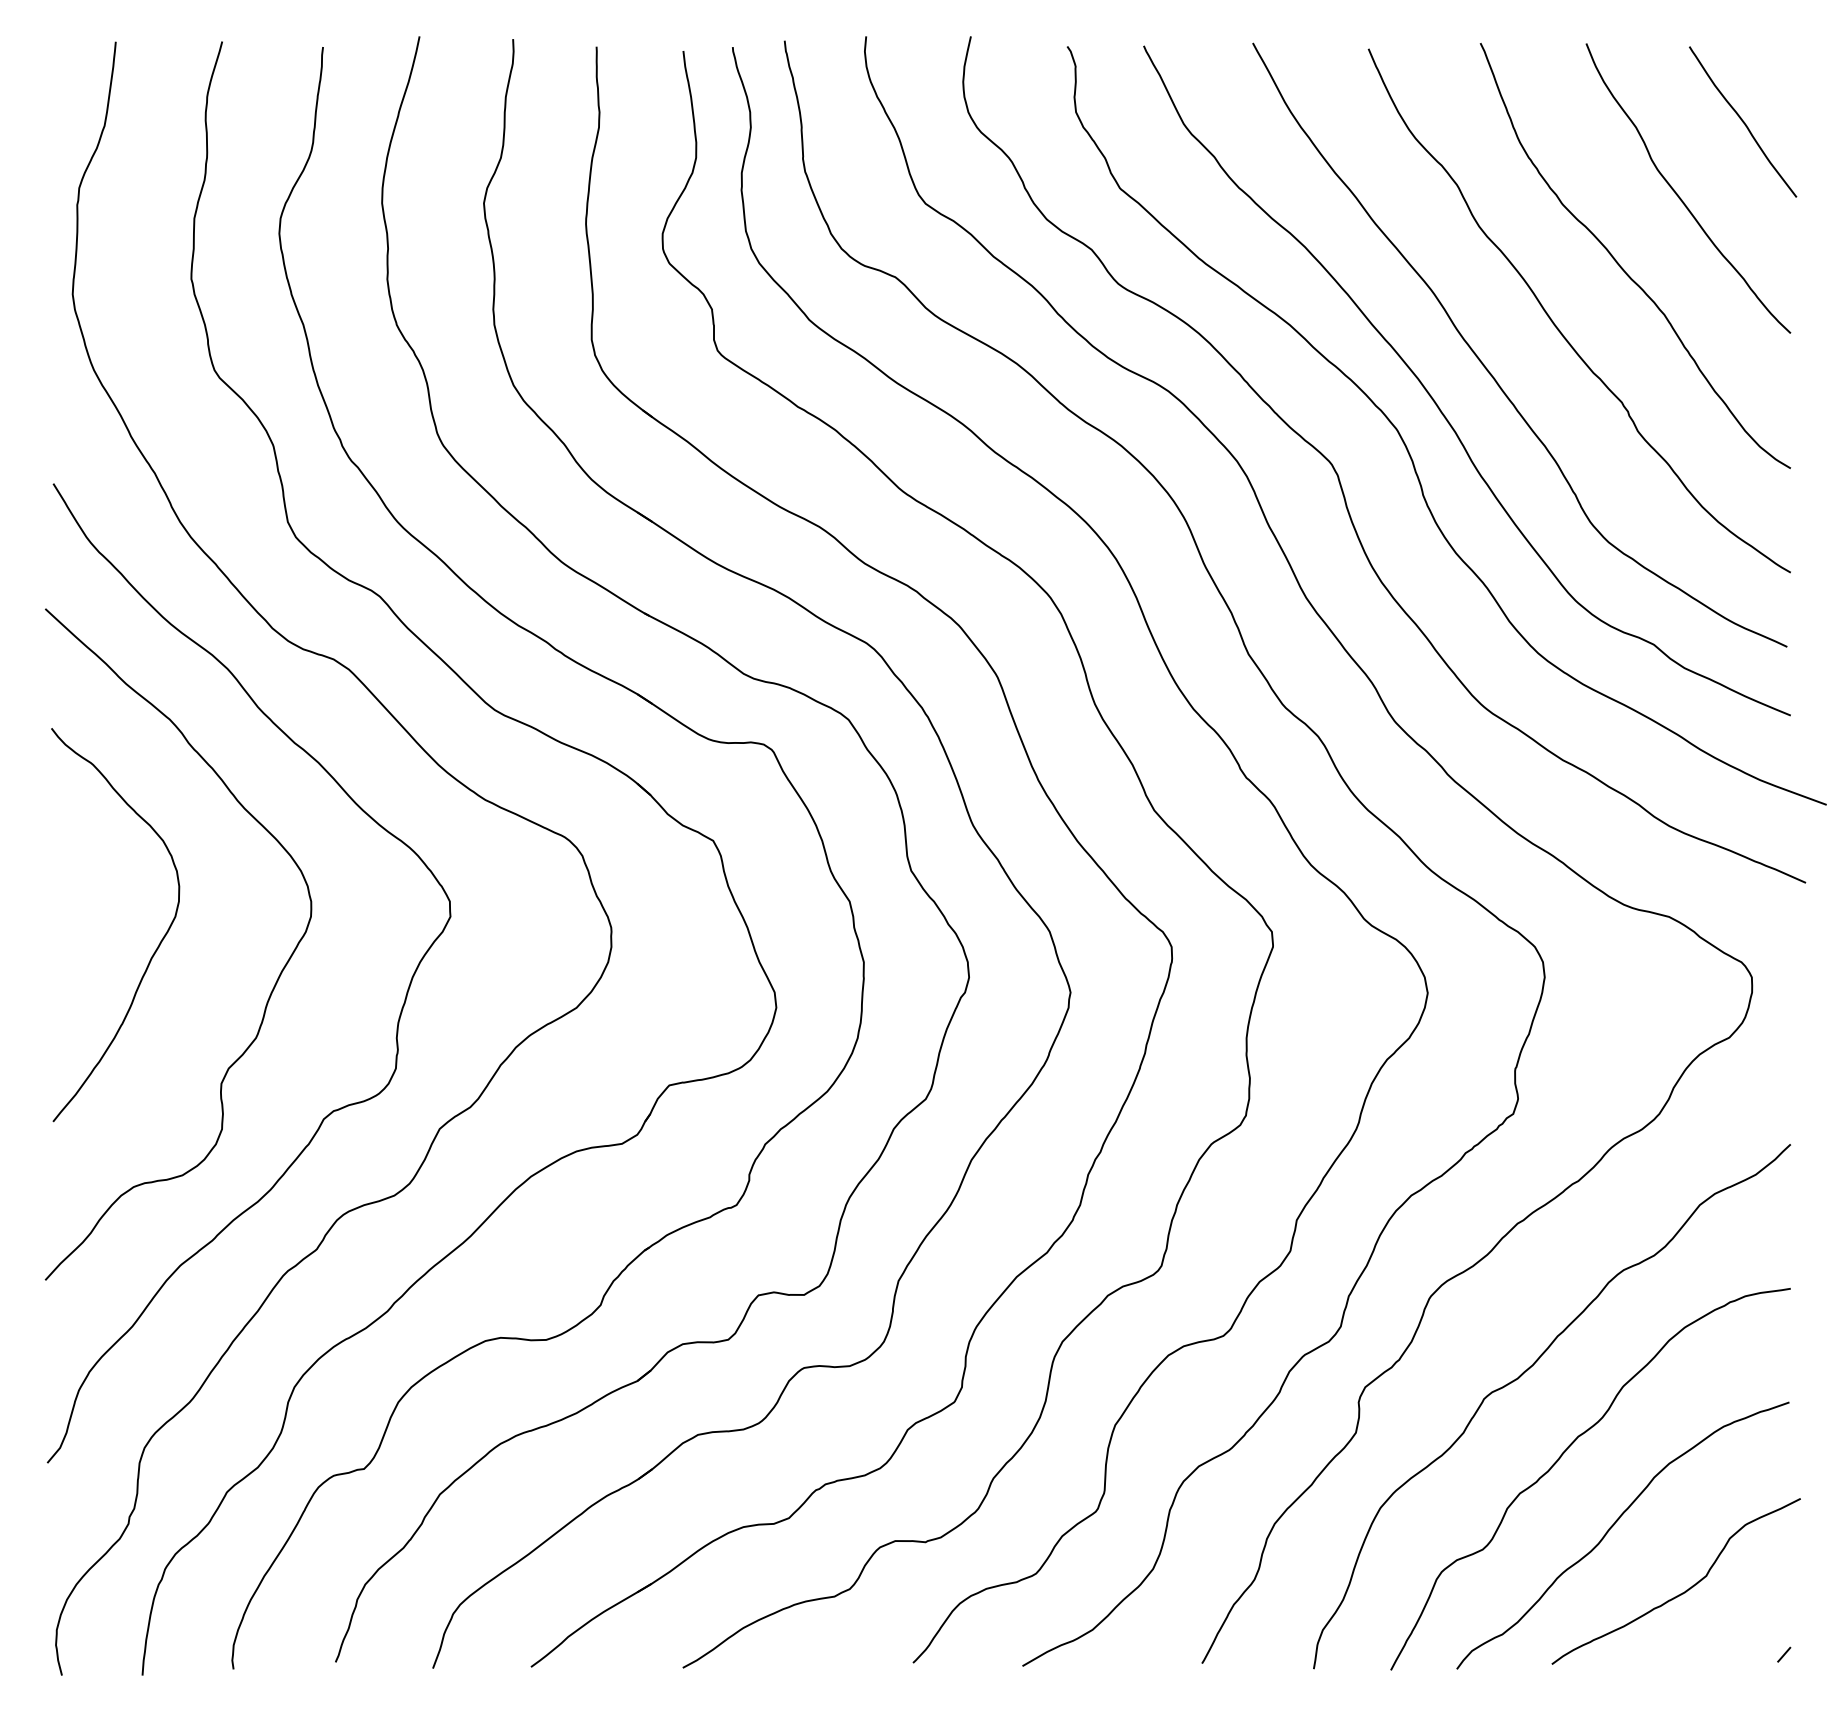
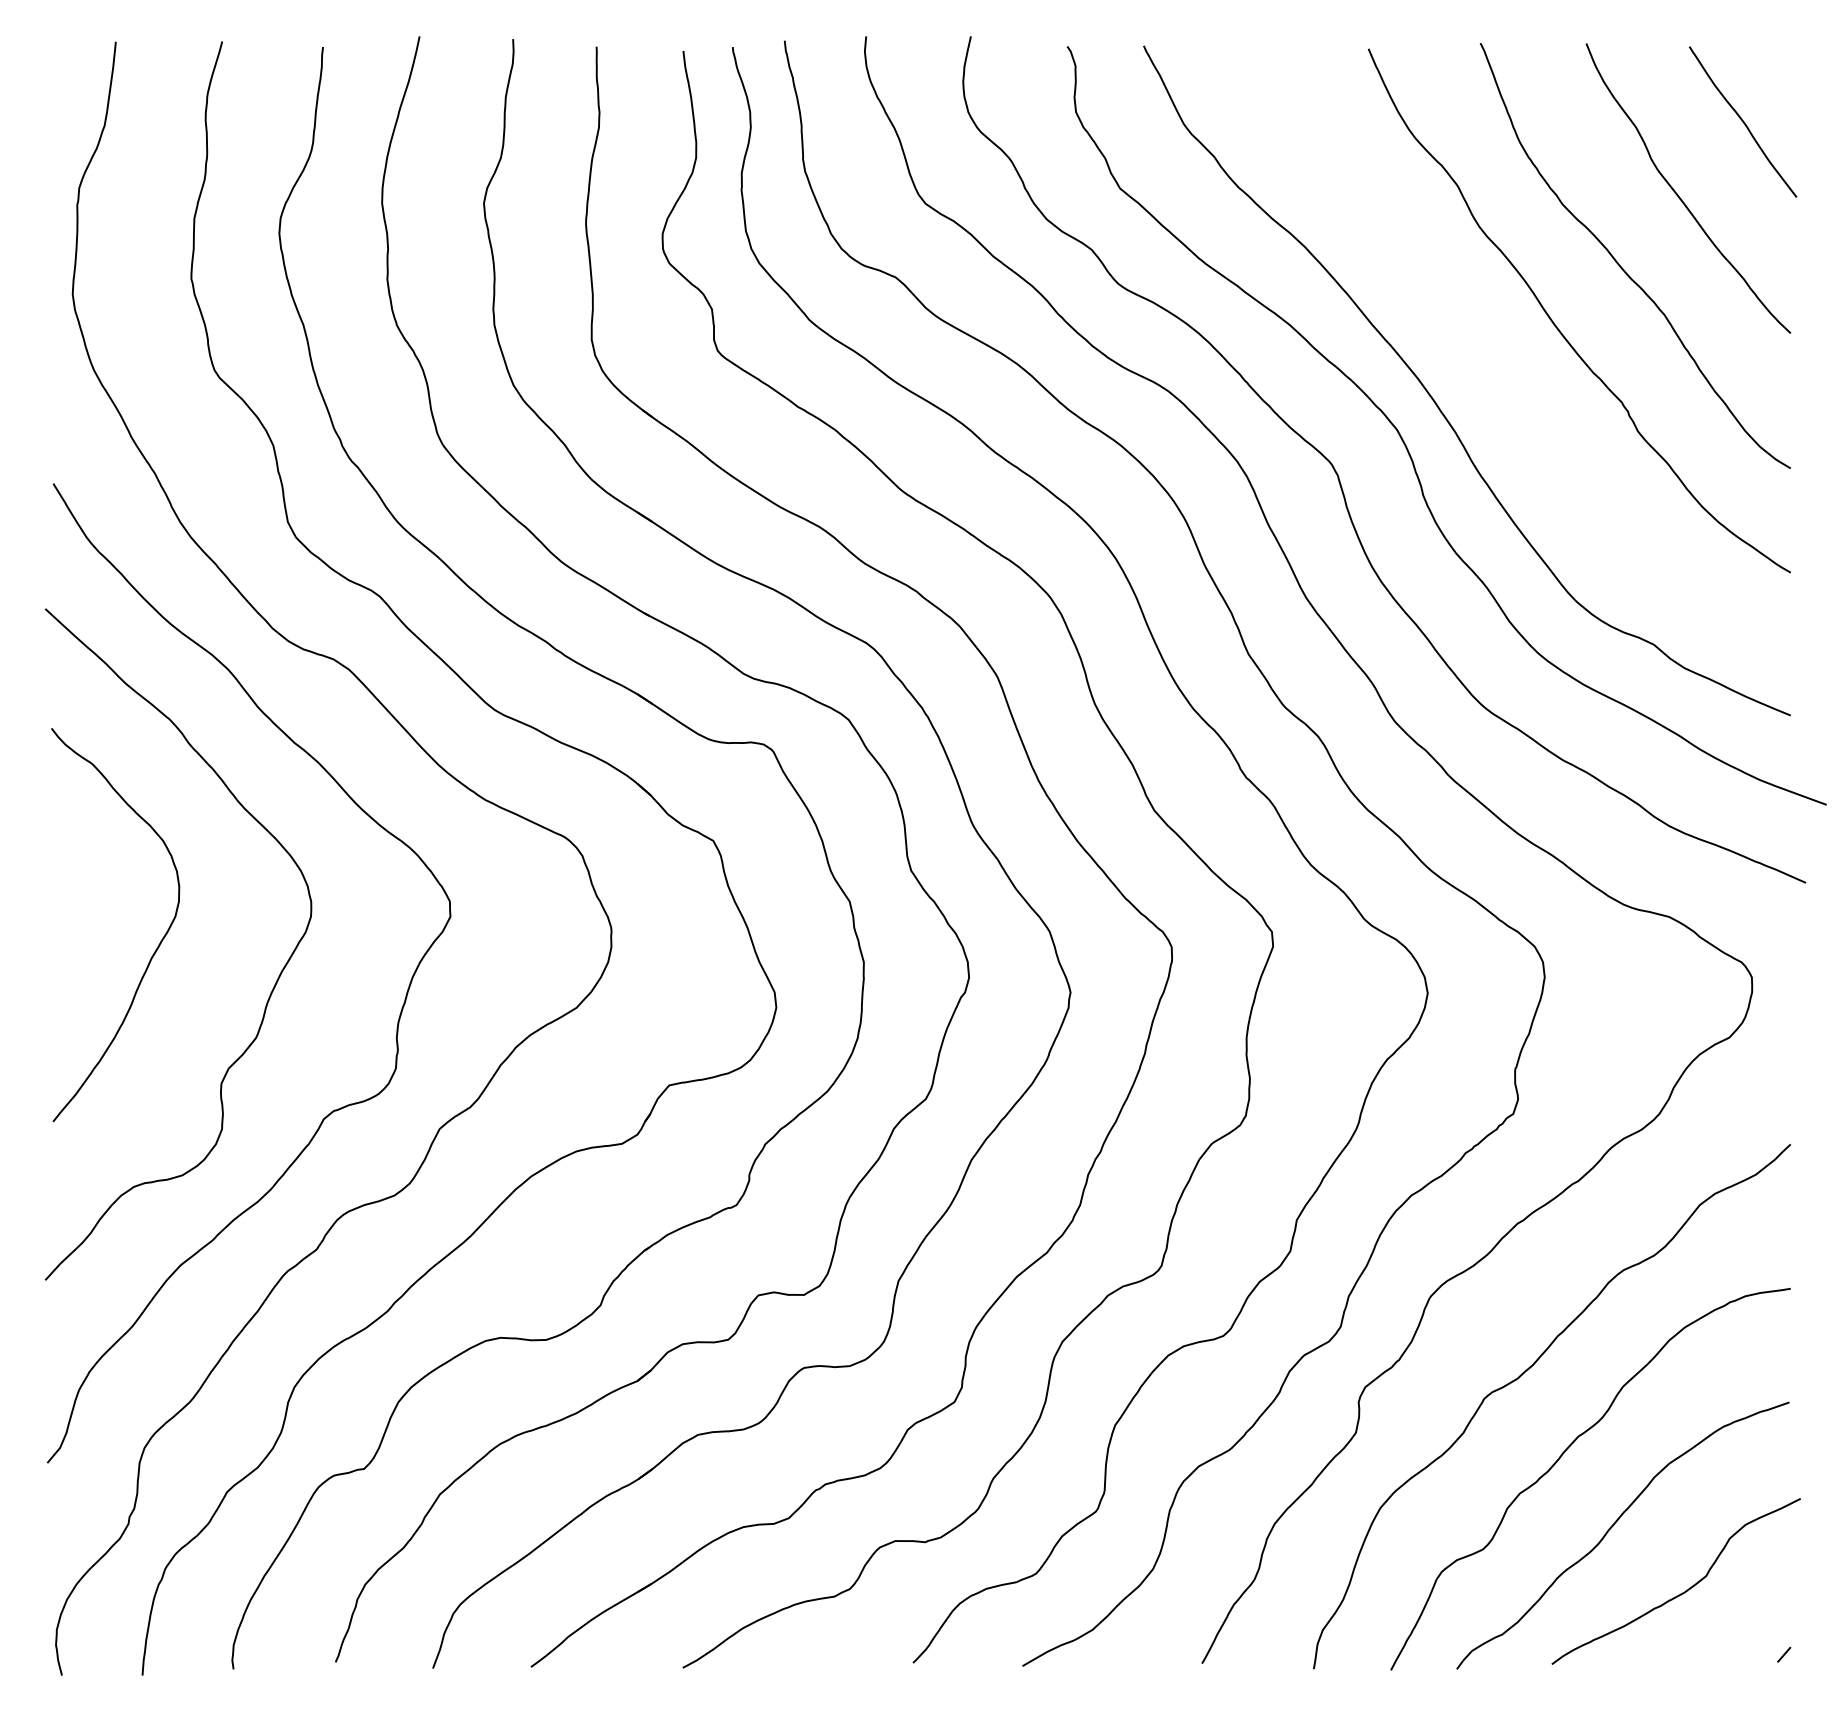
curve at (1488, 369): present -> none
